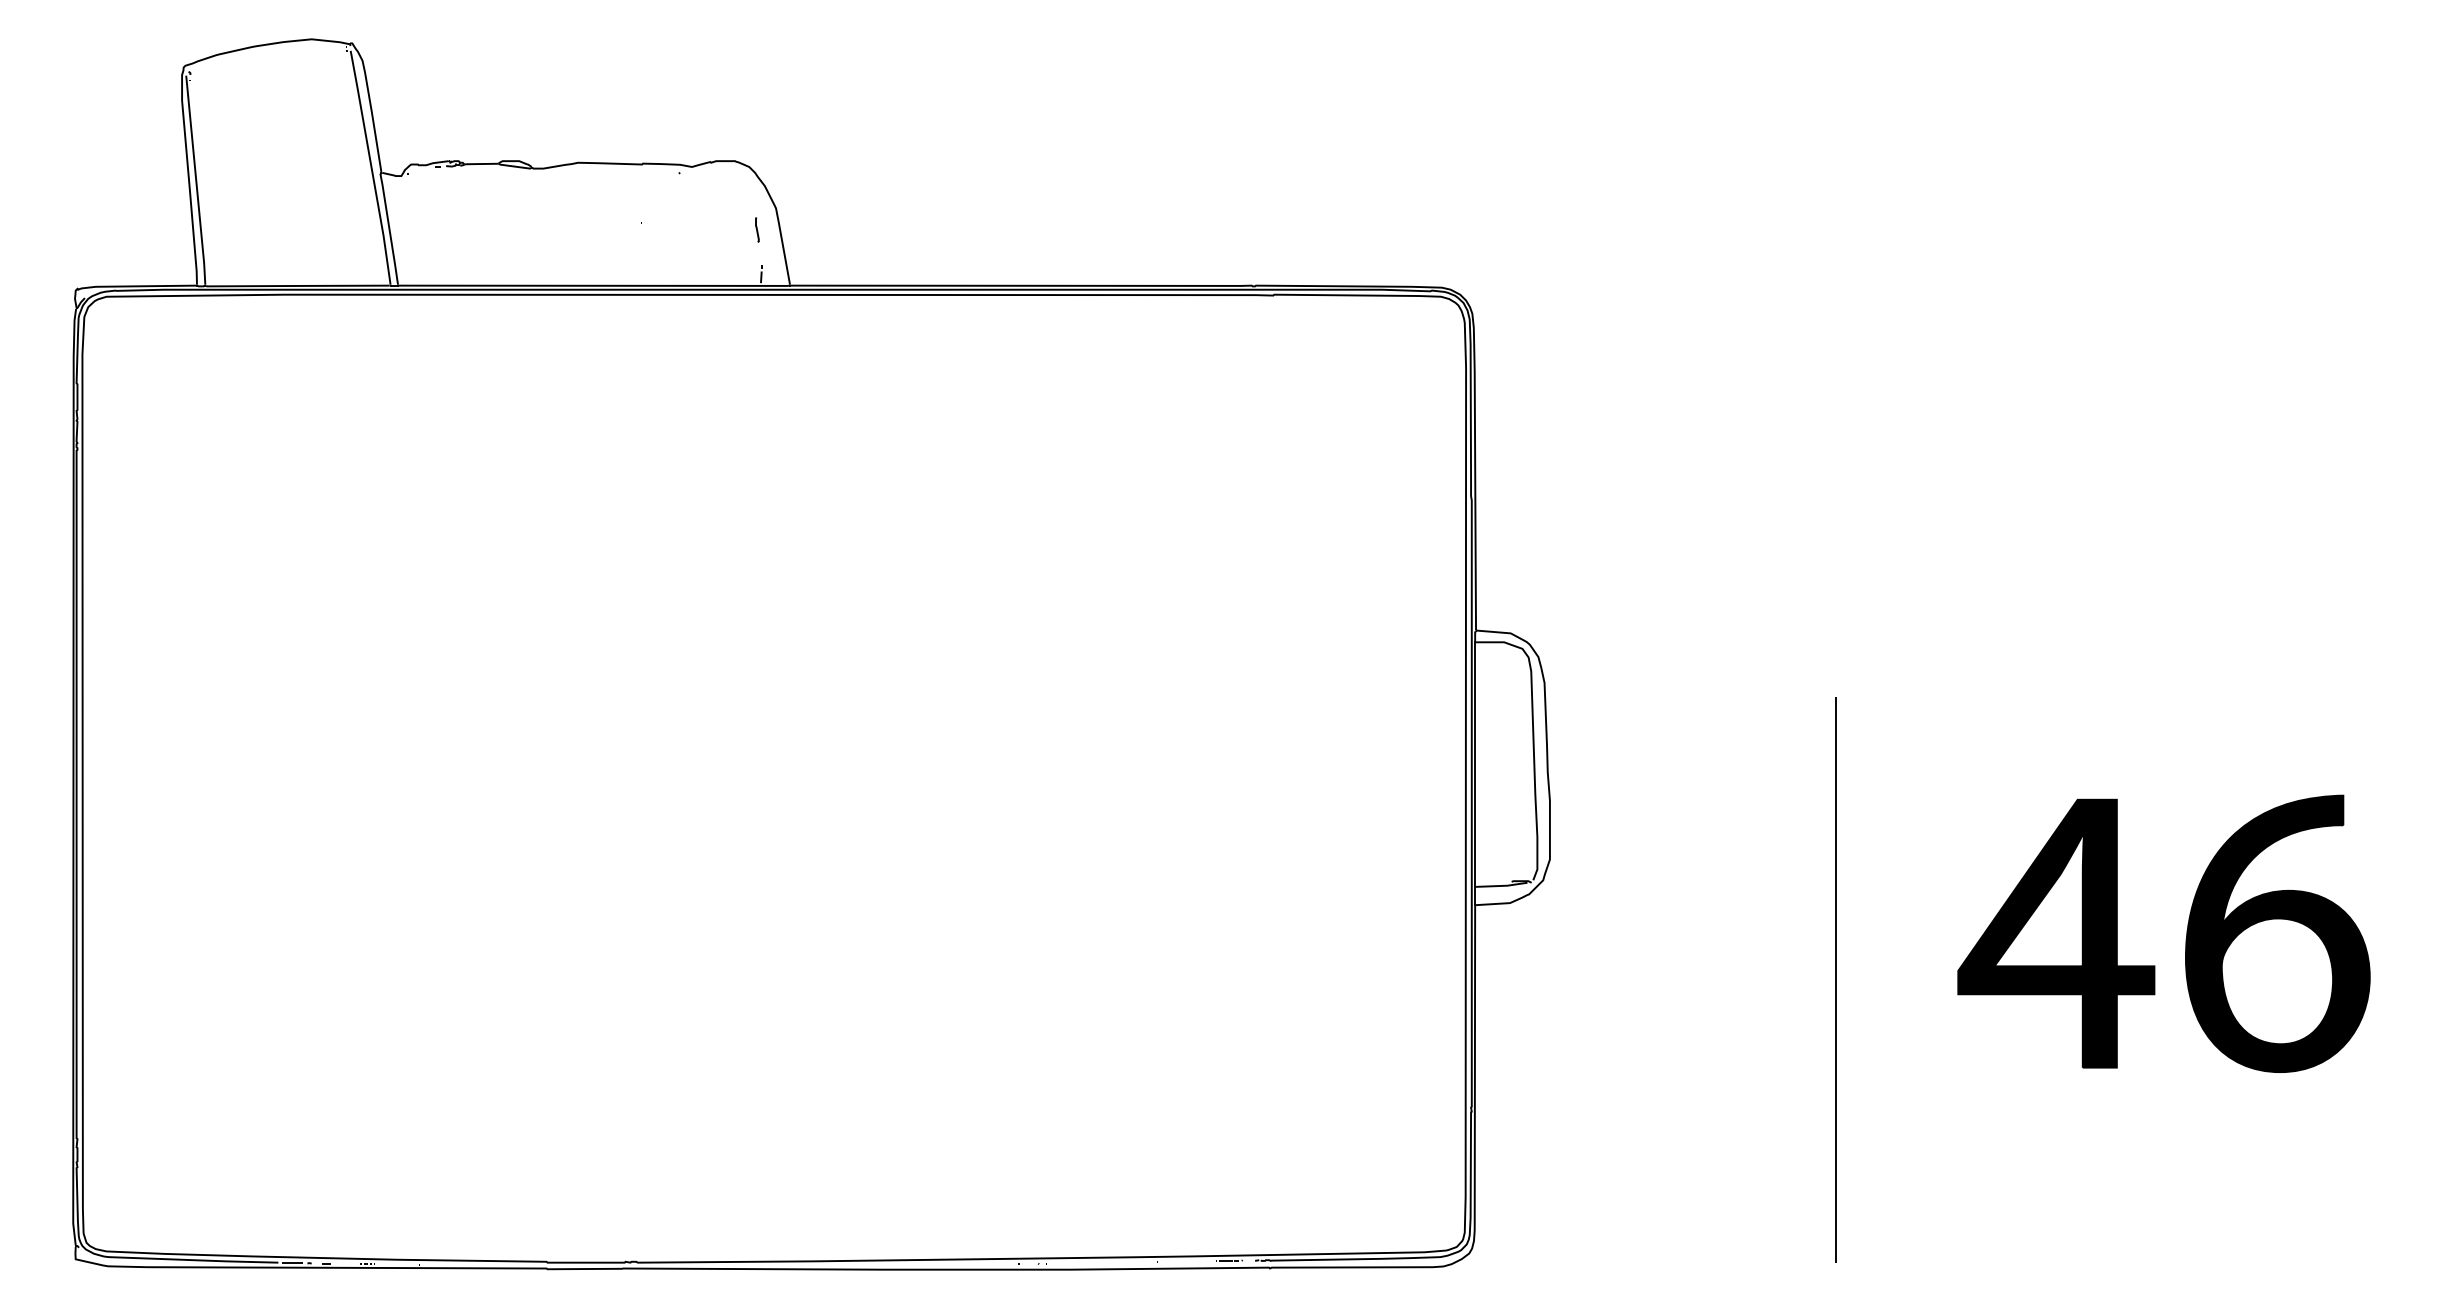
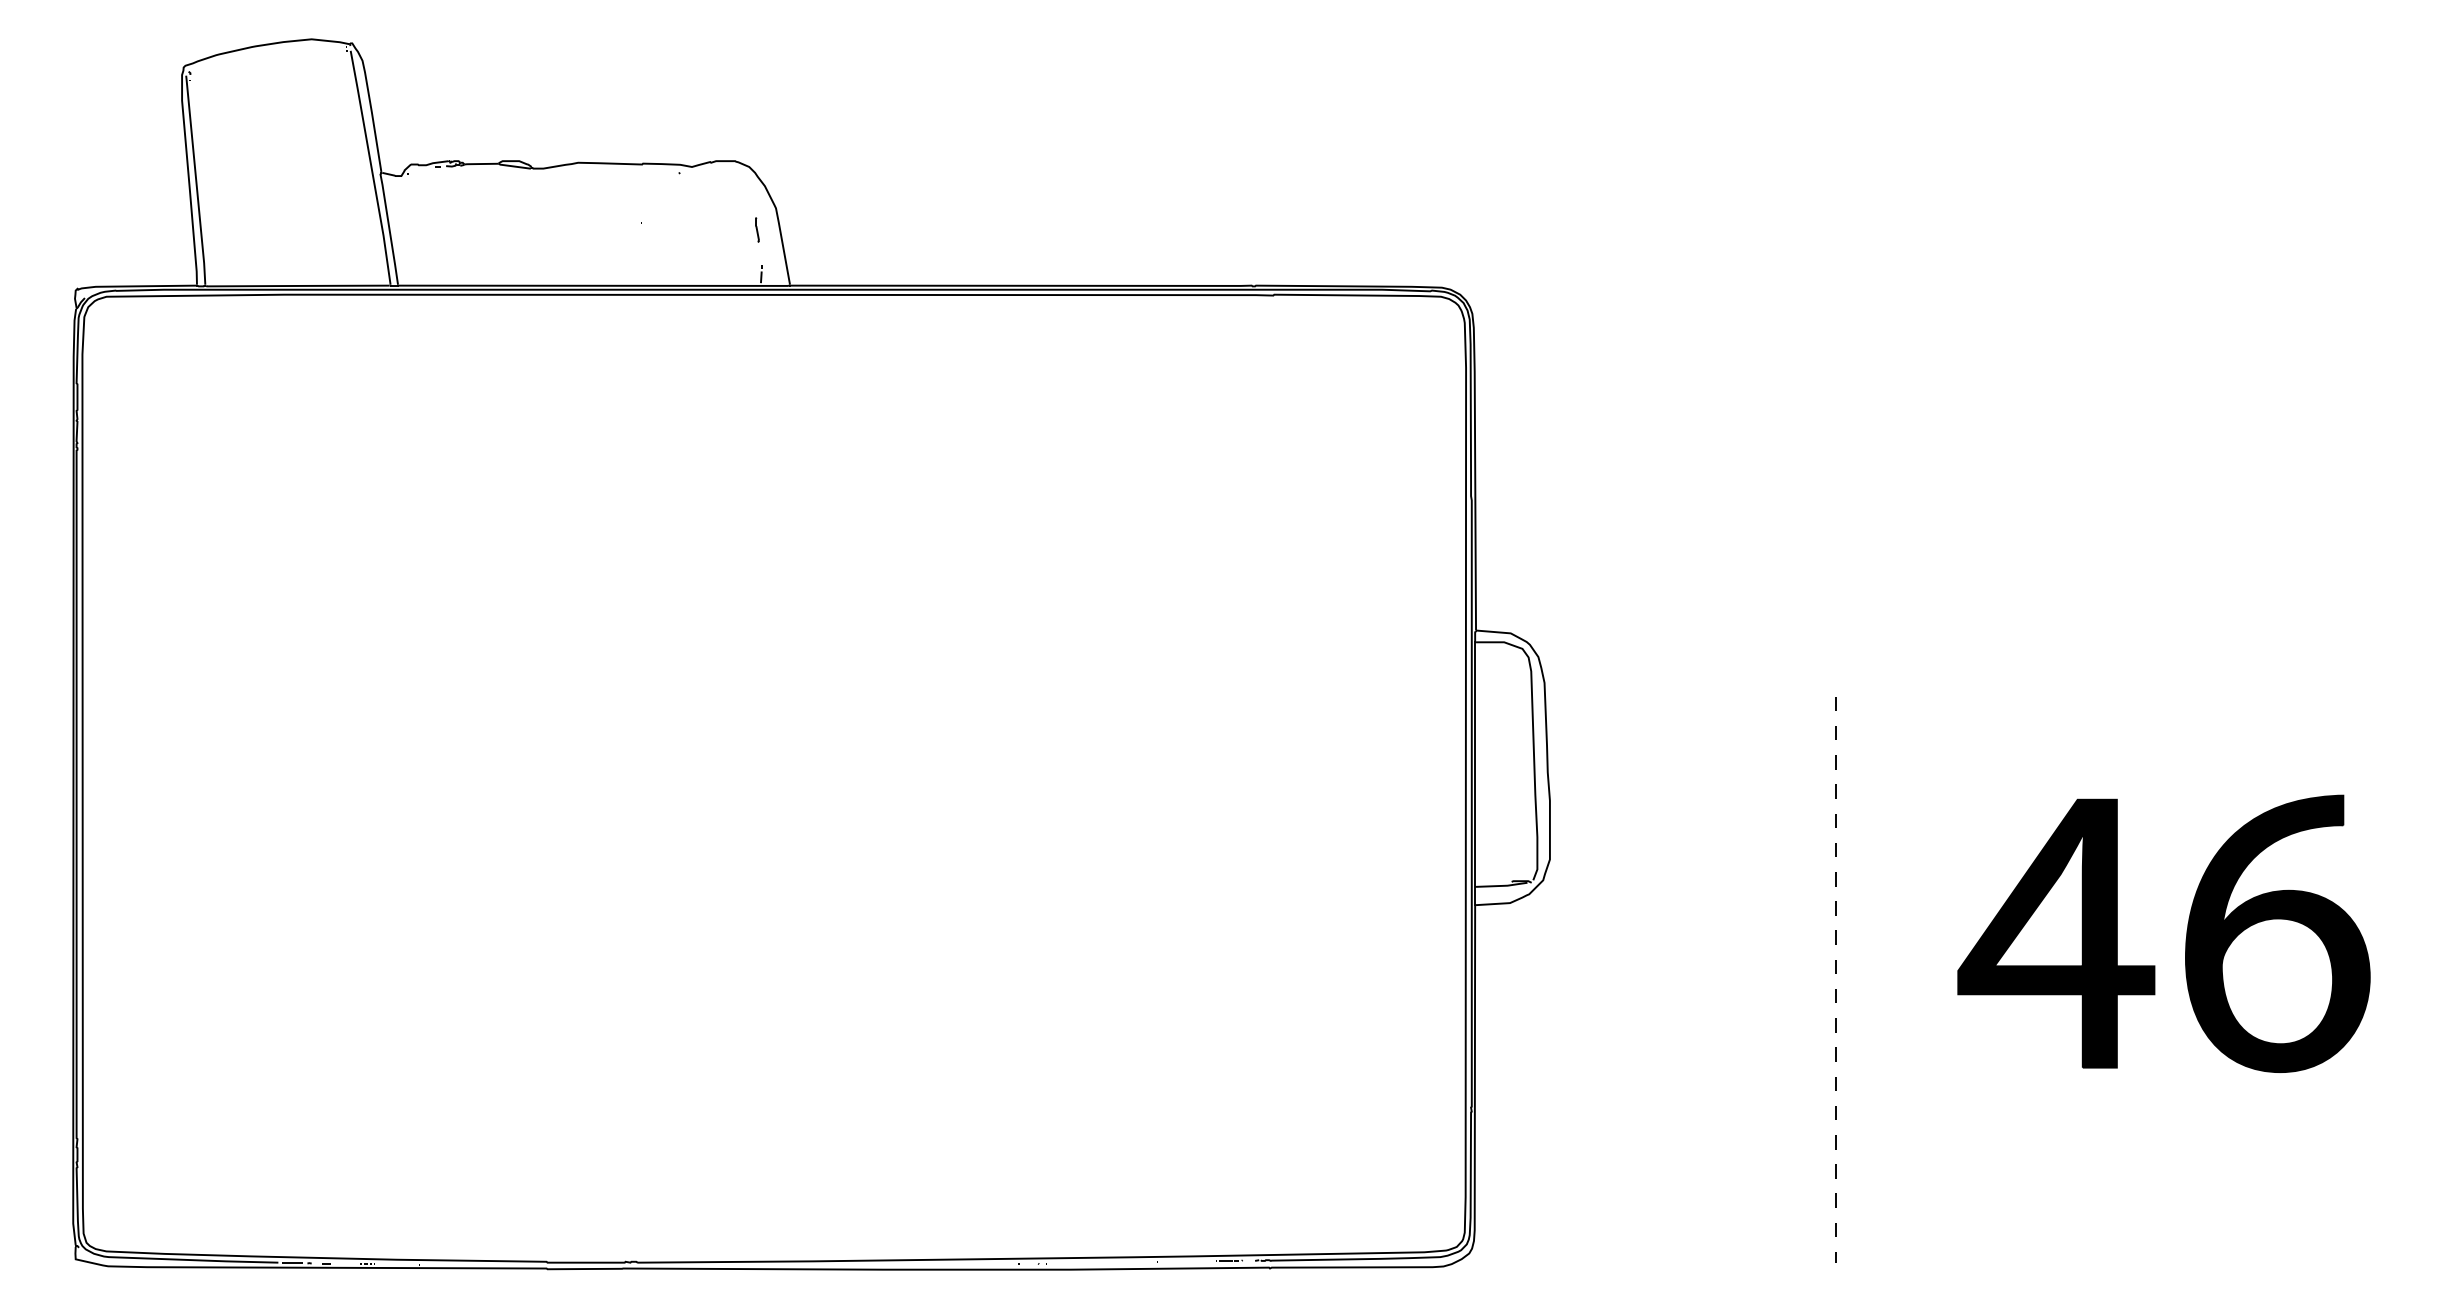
line at (1836, 980): solid -> dashed
